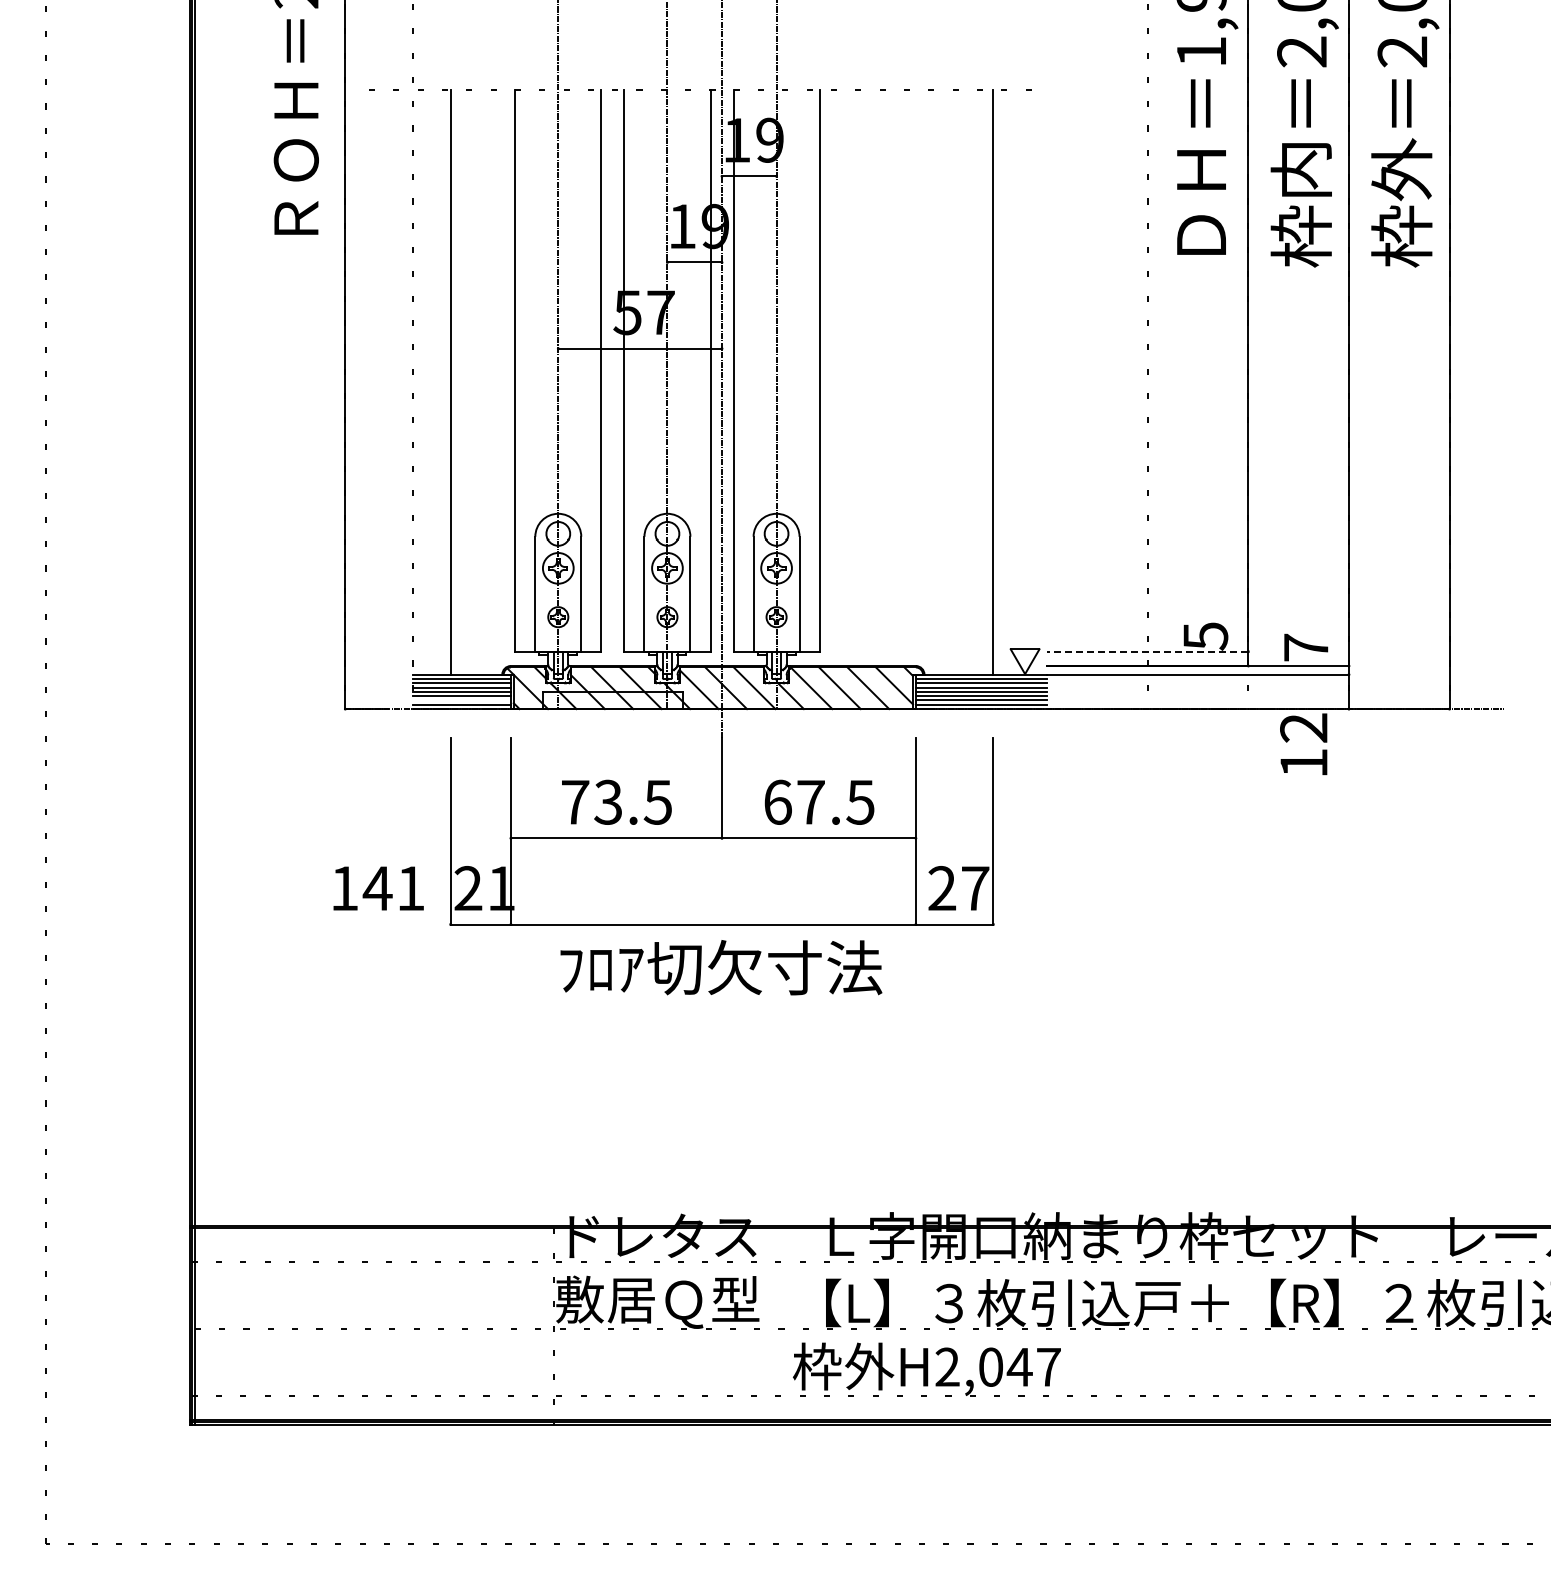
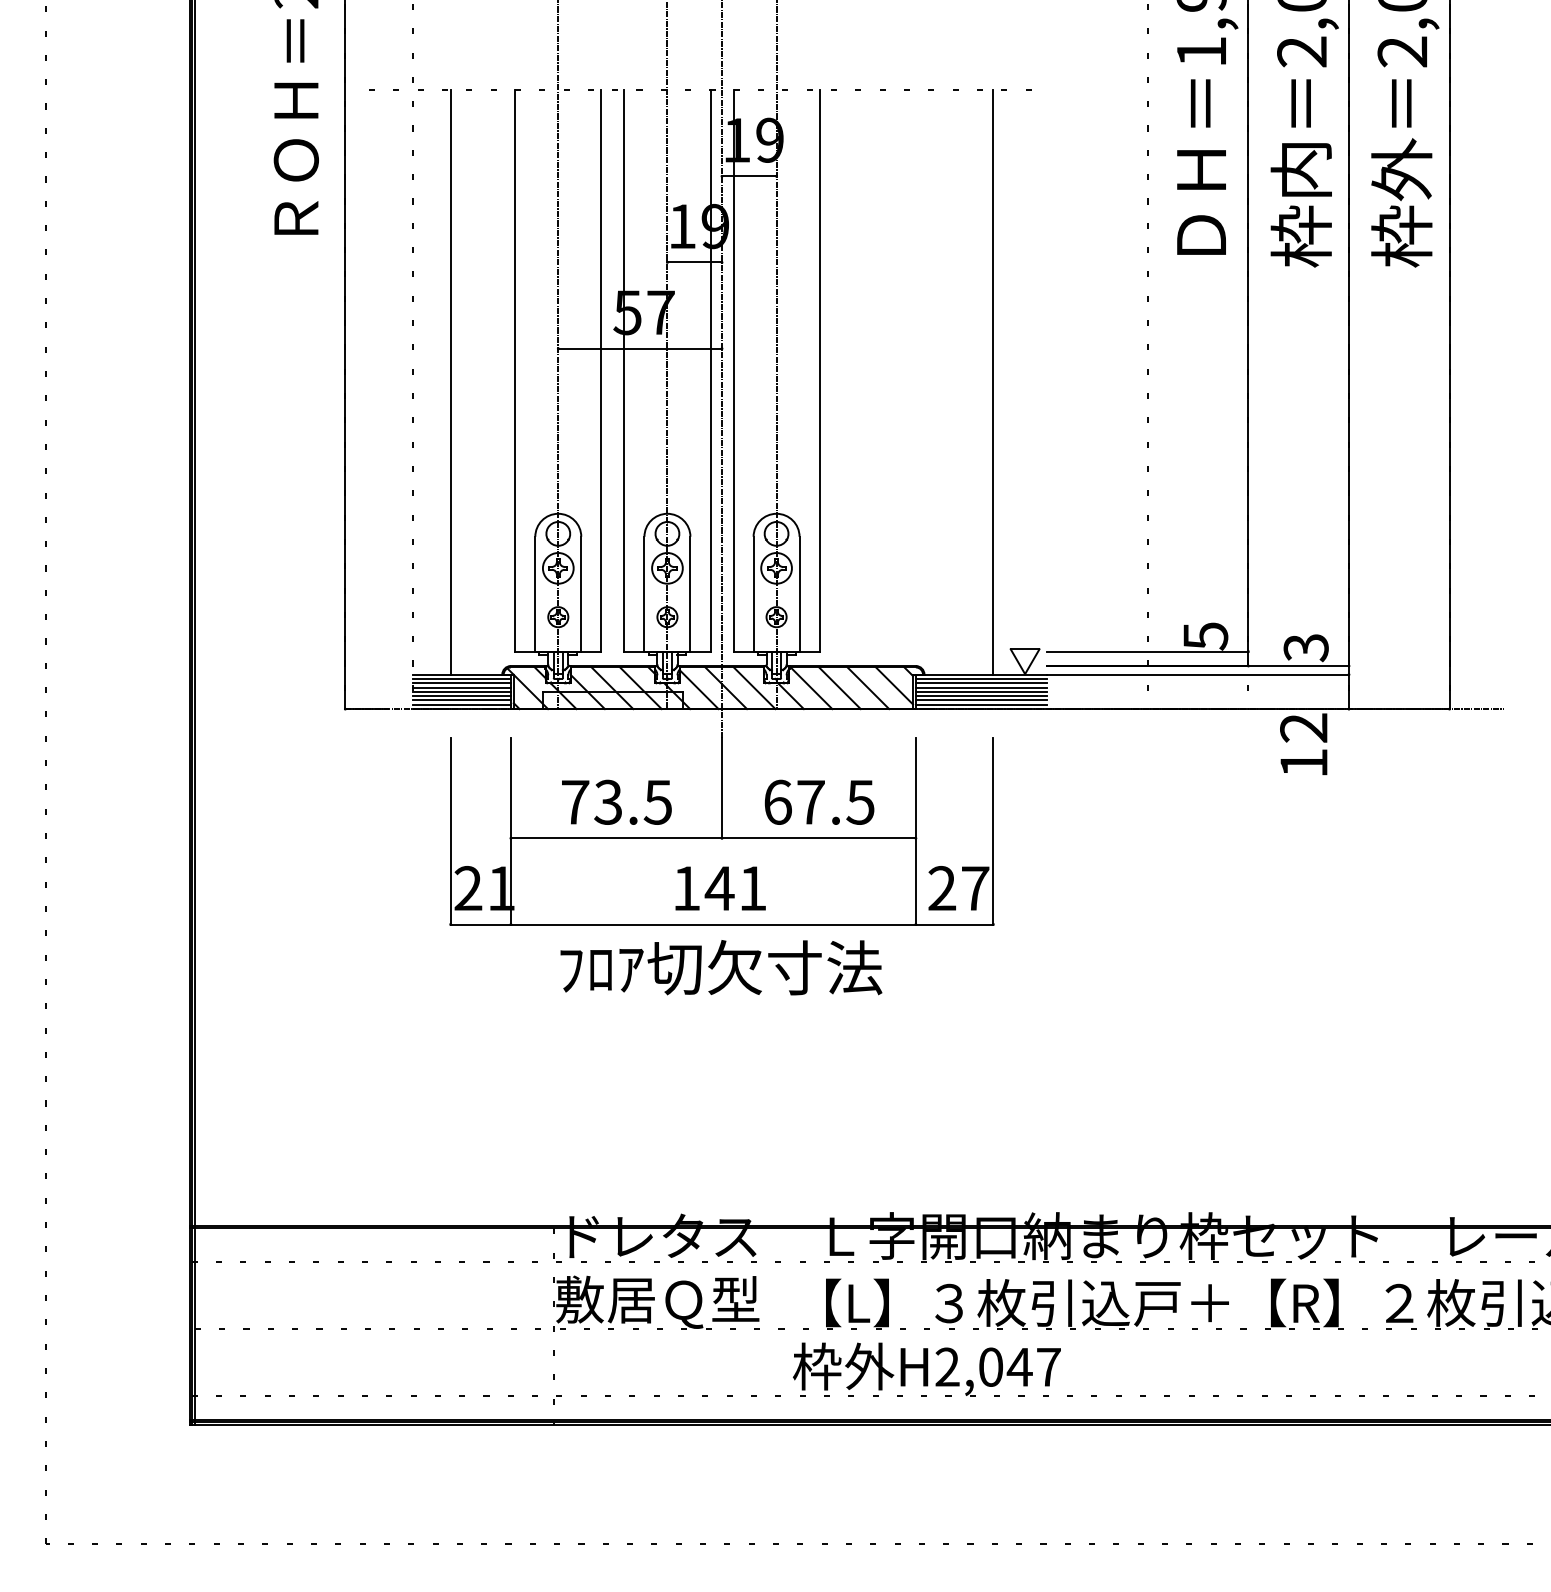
text at (1305, 647): 7 -> 3
line at (1147, 651): dashed -> solid
line at (461, 700): none -> present
text at (378, 888) position: (378, 888) -> (720, 888)
